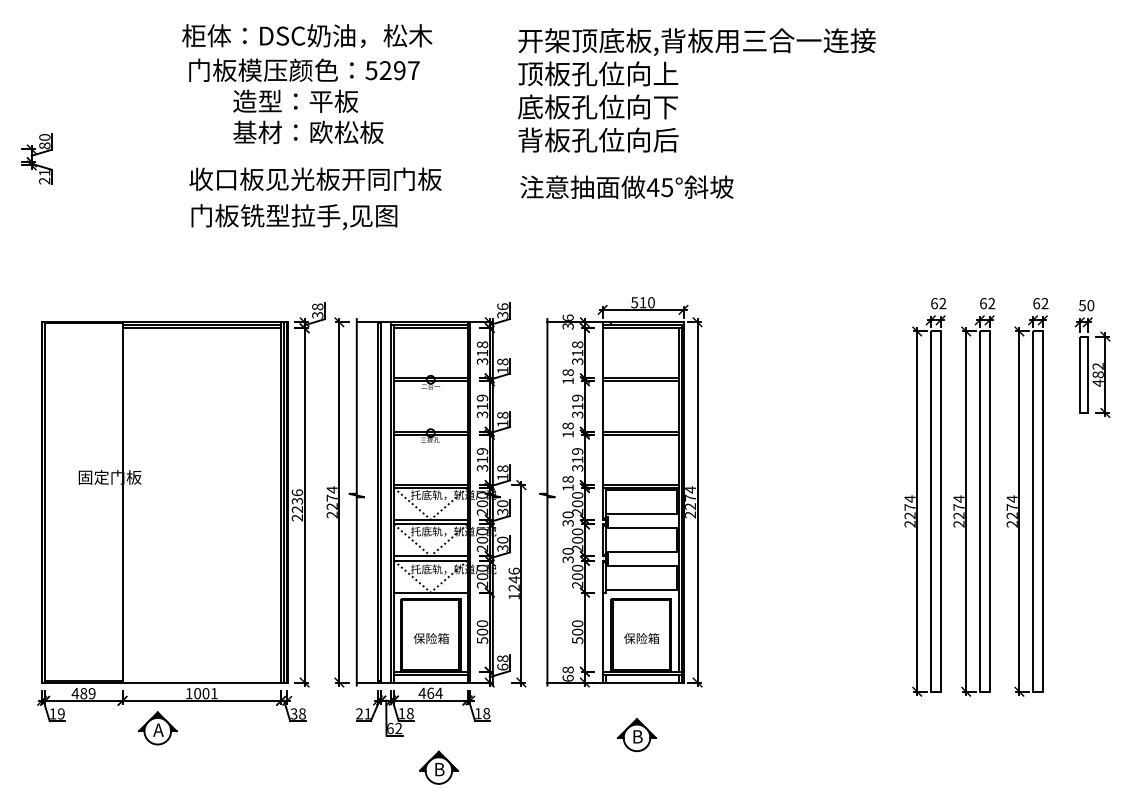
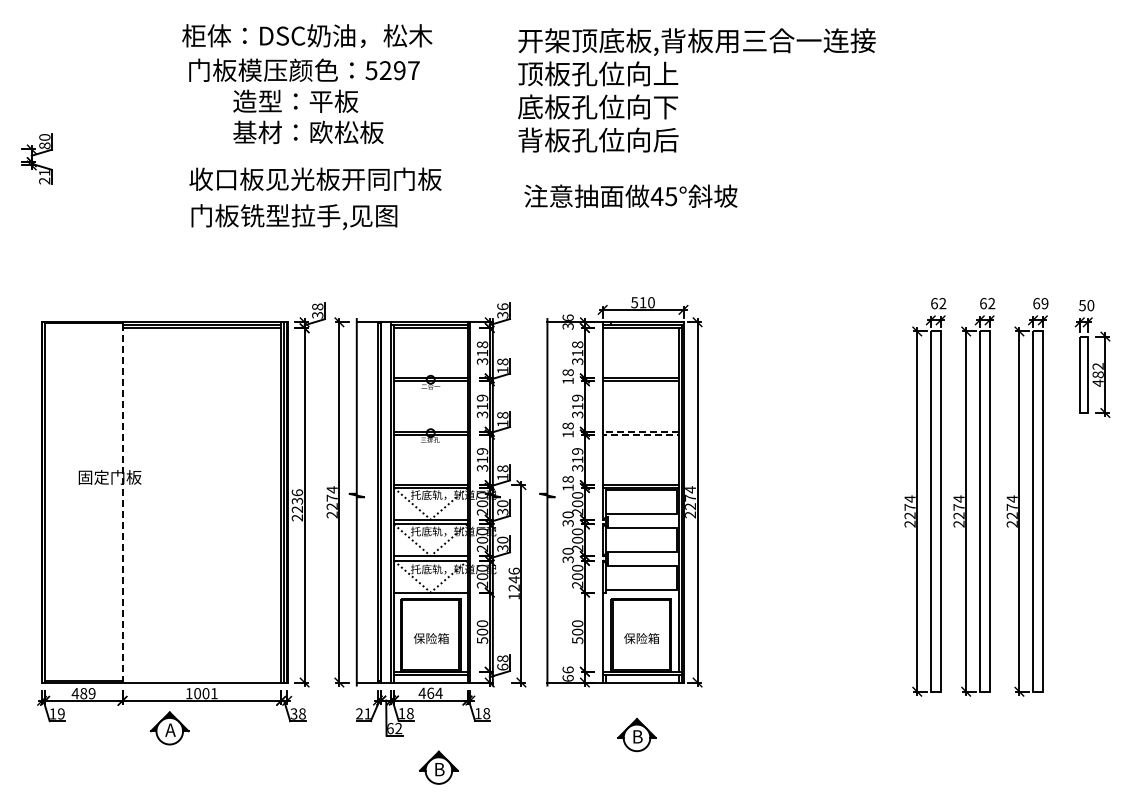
text at (626, 186) position: (626, 186) -> (630, 195)
text at (1044, 303): 62 -> 69
line at (602, 433): solid -> dashed
line at (122, 501): solid -> dashed
text at (567, 669): 68 -> 66
part at (157, 728) position: (157, 728) -> (169, 728)
